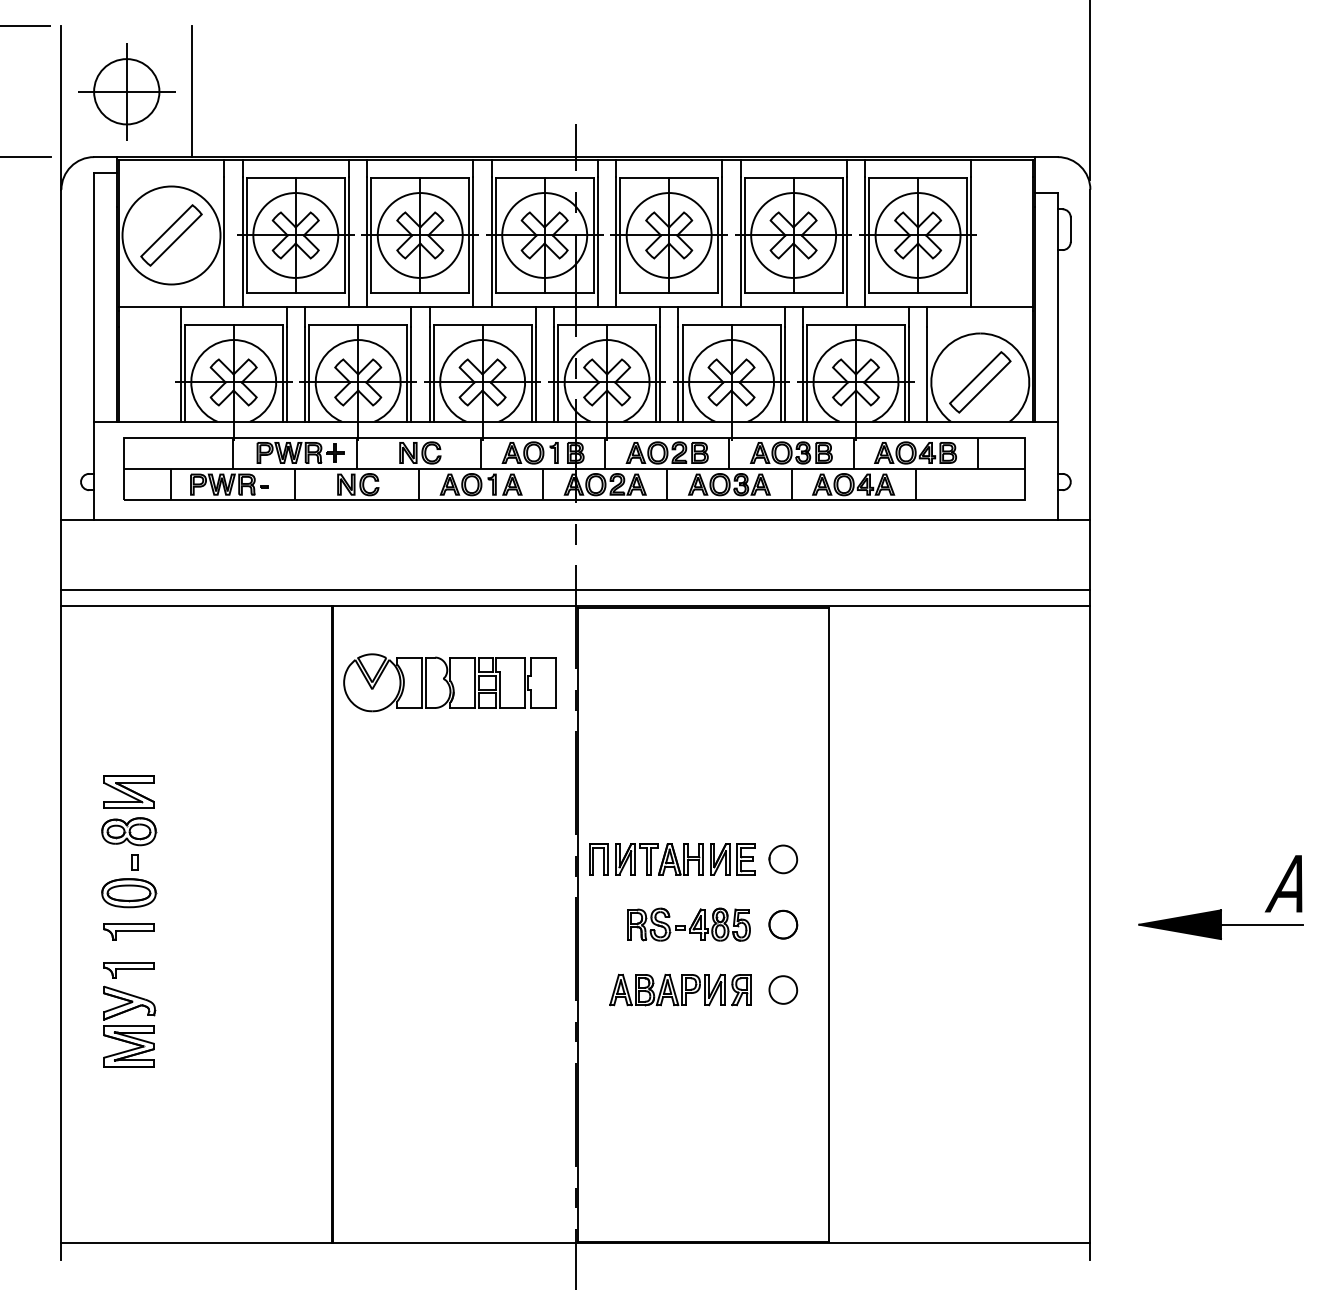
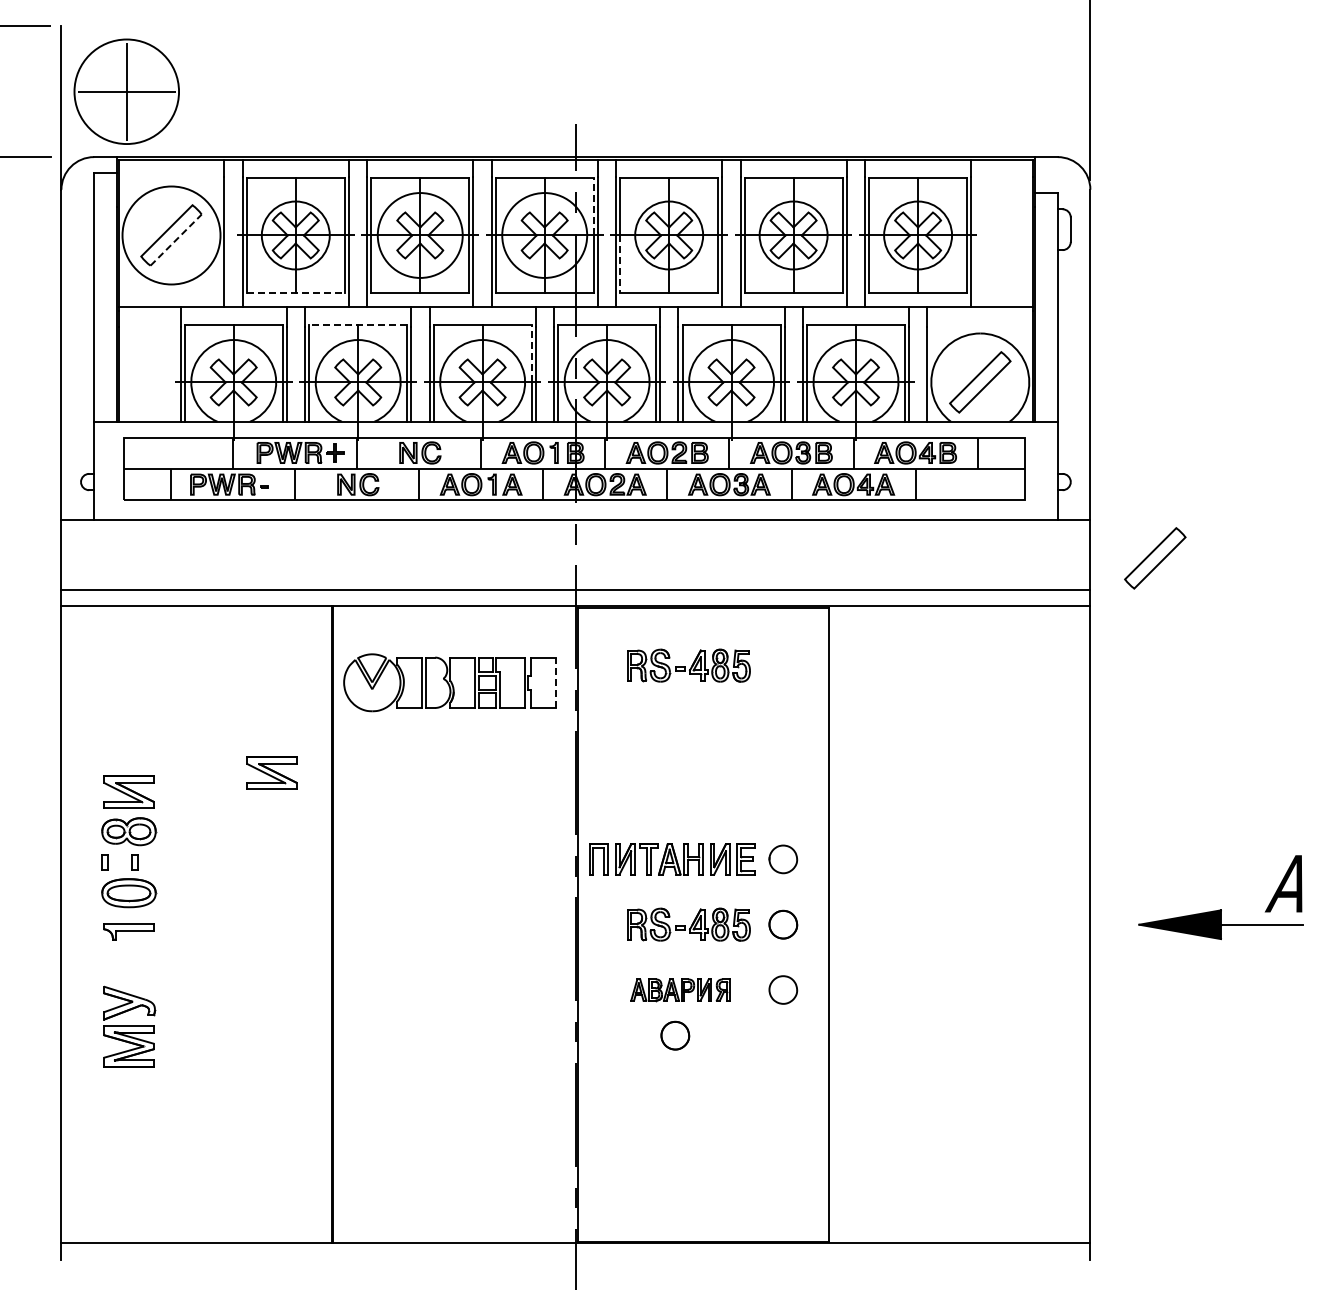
circle at (126, 91) diameter: 65 px -> 105 px
line at (192, 91): present -> none
line at (593, 206): solid -> dashed
circle at (295, 235) diameter: 85 px -> 68 px
circle at (668, 235) diameter: 85 px -> 68 px
circle at (793, 235) diameter: 85 px -> 68 px
circle at (917, 235) diameter: 85 px -> 68 px
line at (176, 239): solid -> dashed
line at (620, 264): solid -> dashed
line at (295, 292): solid -> dashed
line at (358, 325): solid -> dashed
line at (531, 353): solid -> dashed
part at (1155, 558): none -> present
part at (688, 665): none -> present
line at (556, 682): solid -> dashed
part at (271, 772): none -> present
part at (104, 862): none -> present
part at (128, 970): present -> none
part at (680, 989) size: 143x34 px -> 101x25 px
part at (675, 1035): none -> present
